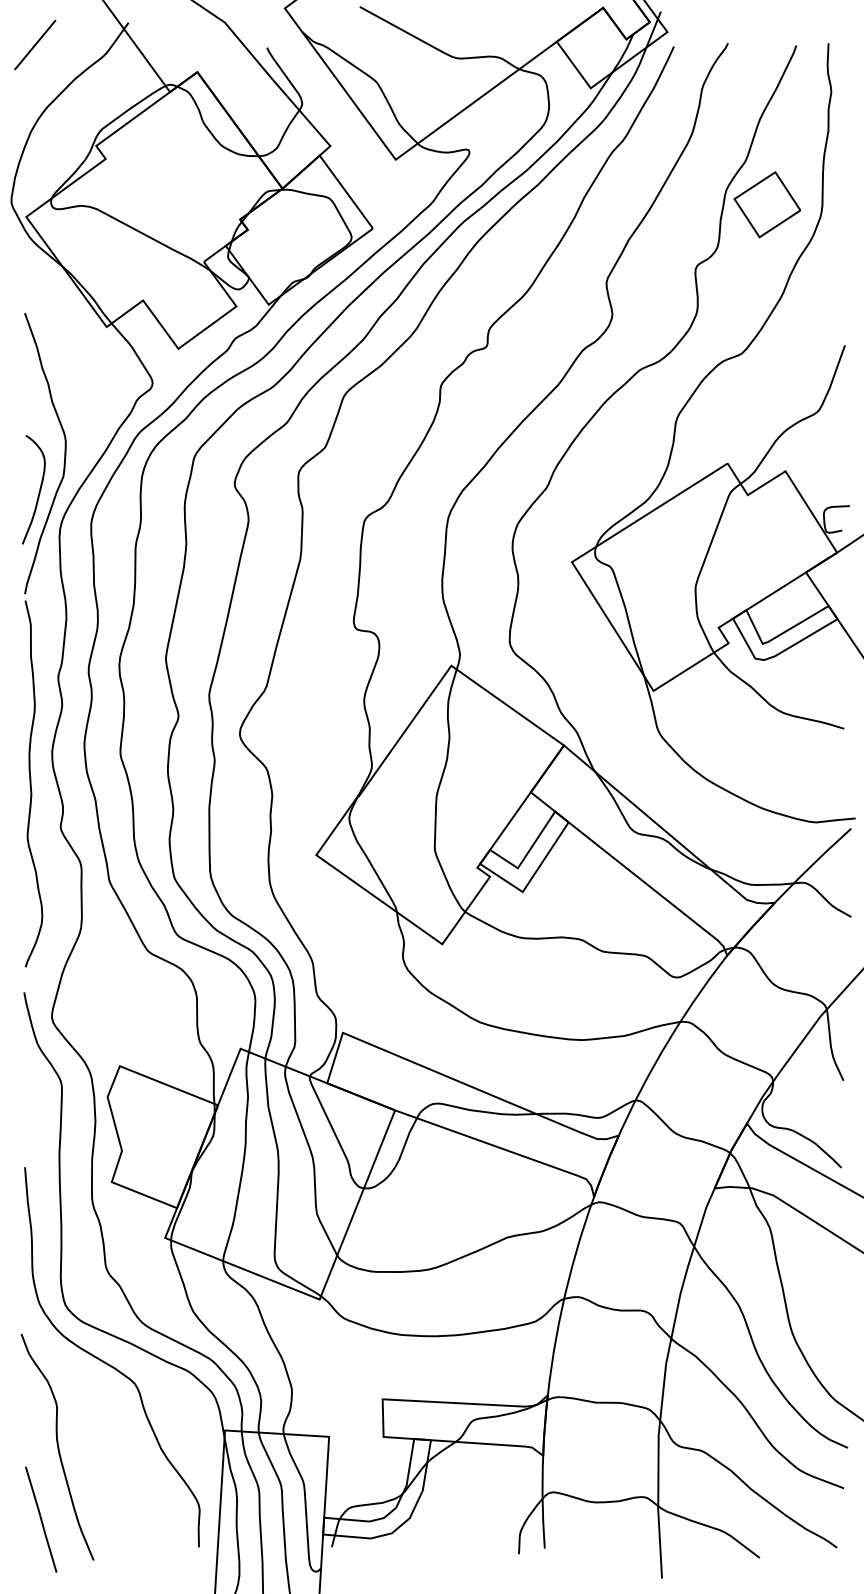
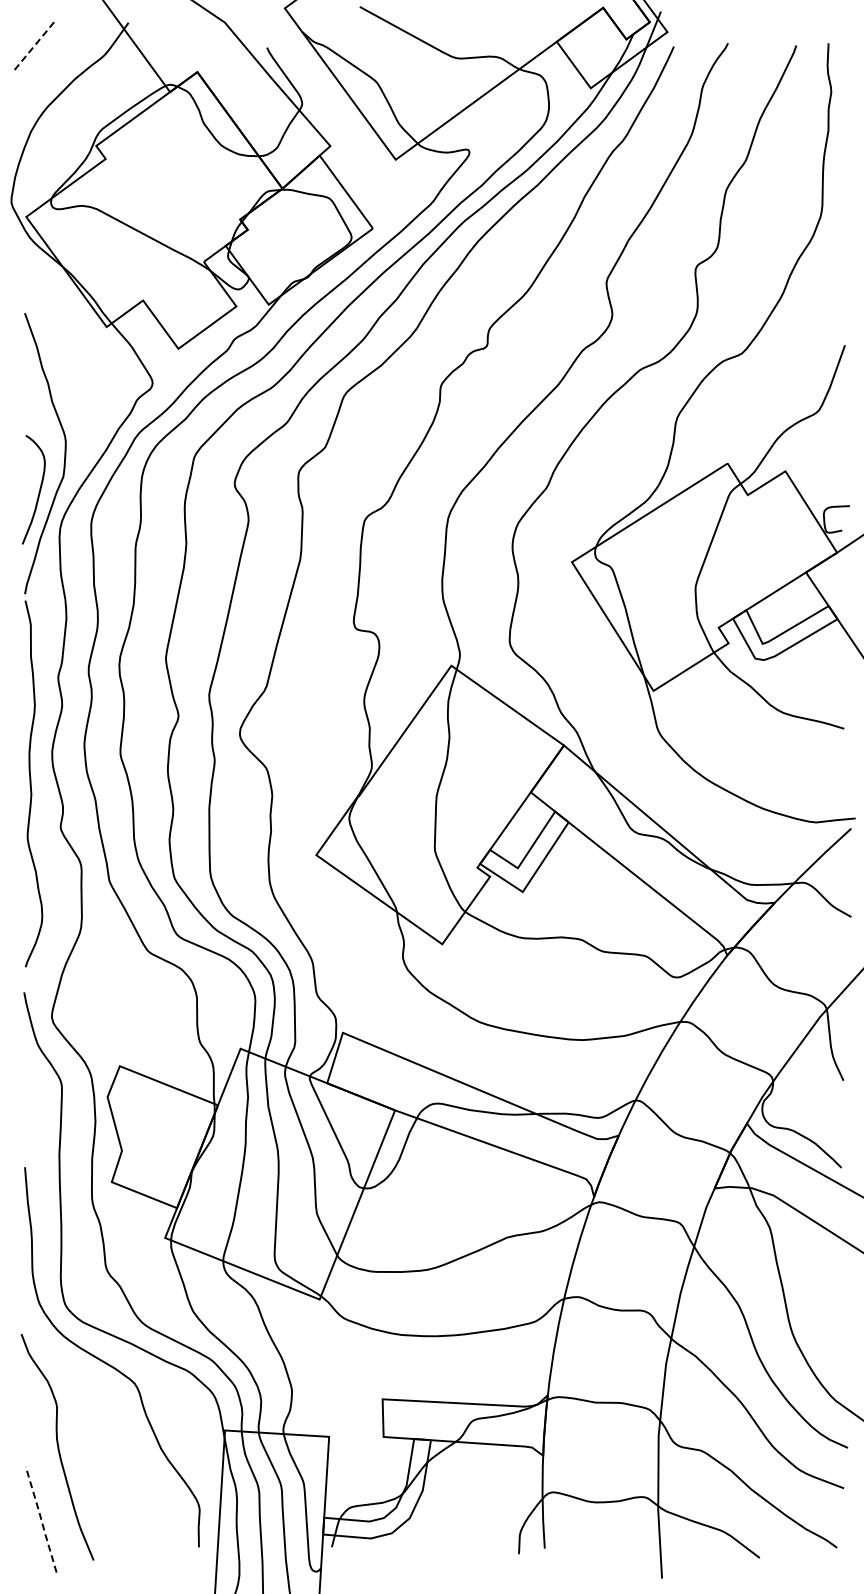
line at (35, 44): solid -> dashed
part at (766, 204): present -> none
line at (41, 1519): solid -> dashed
